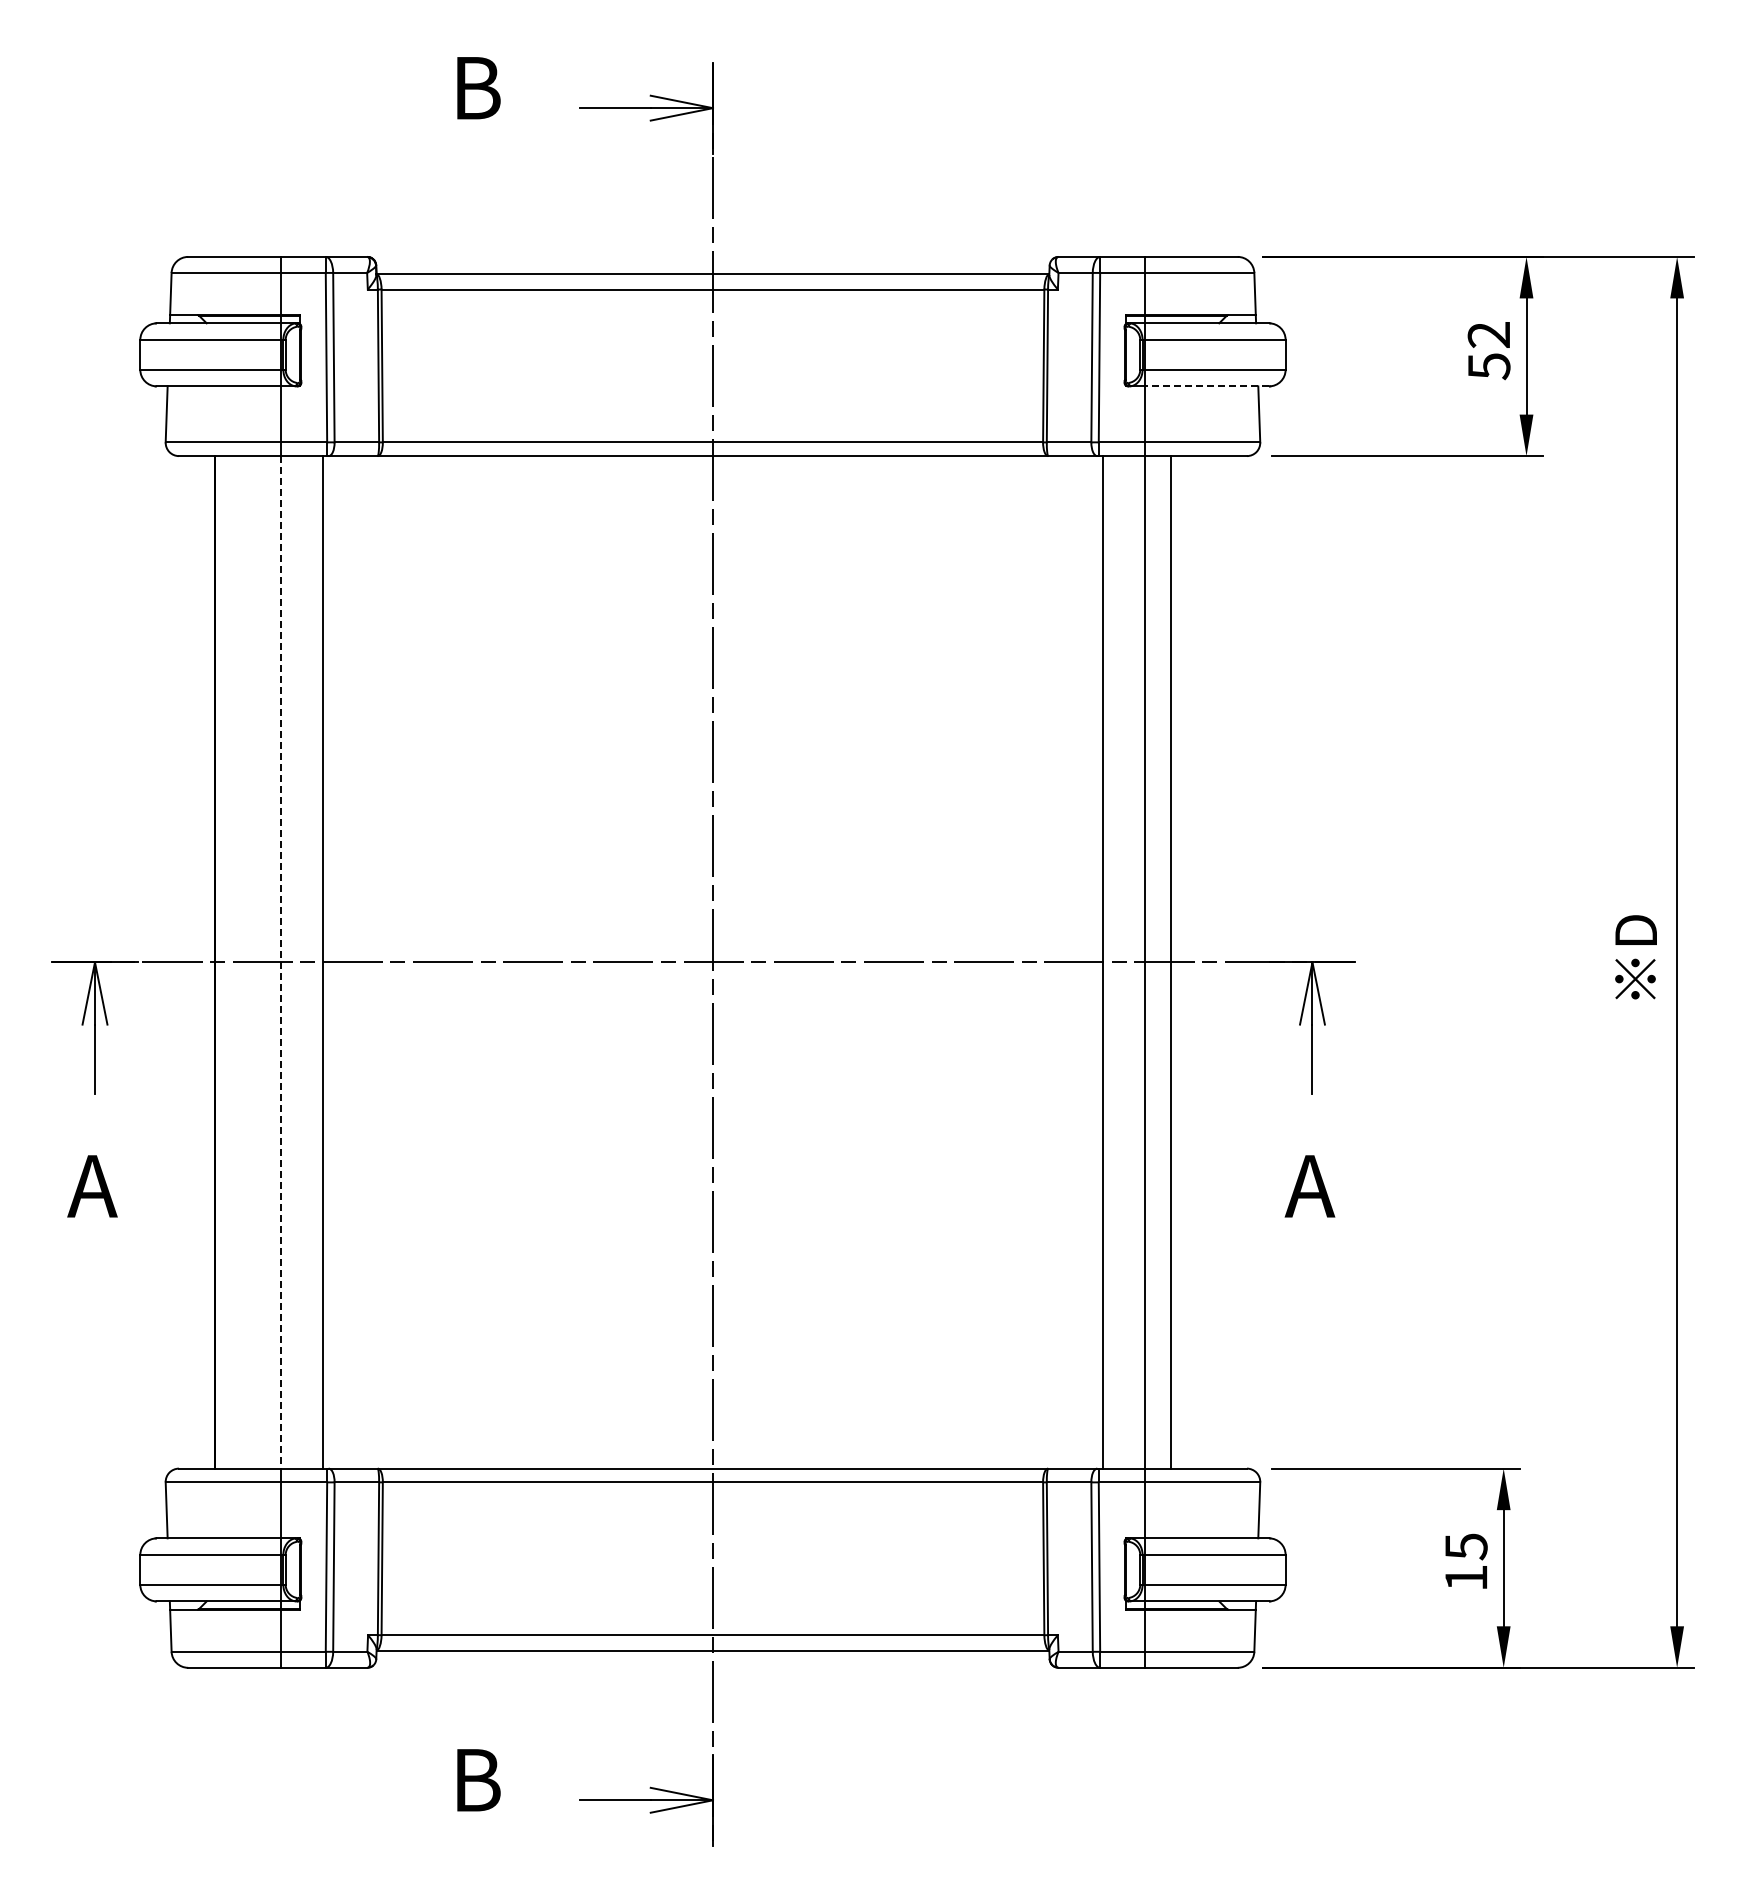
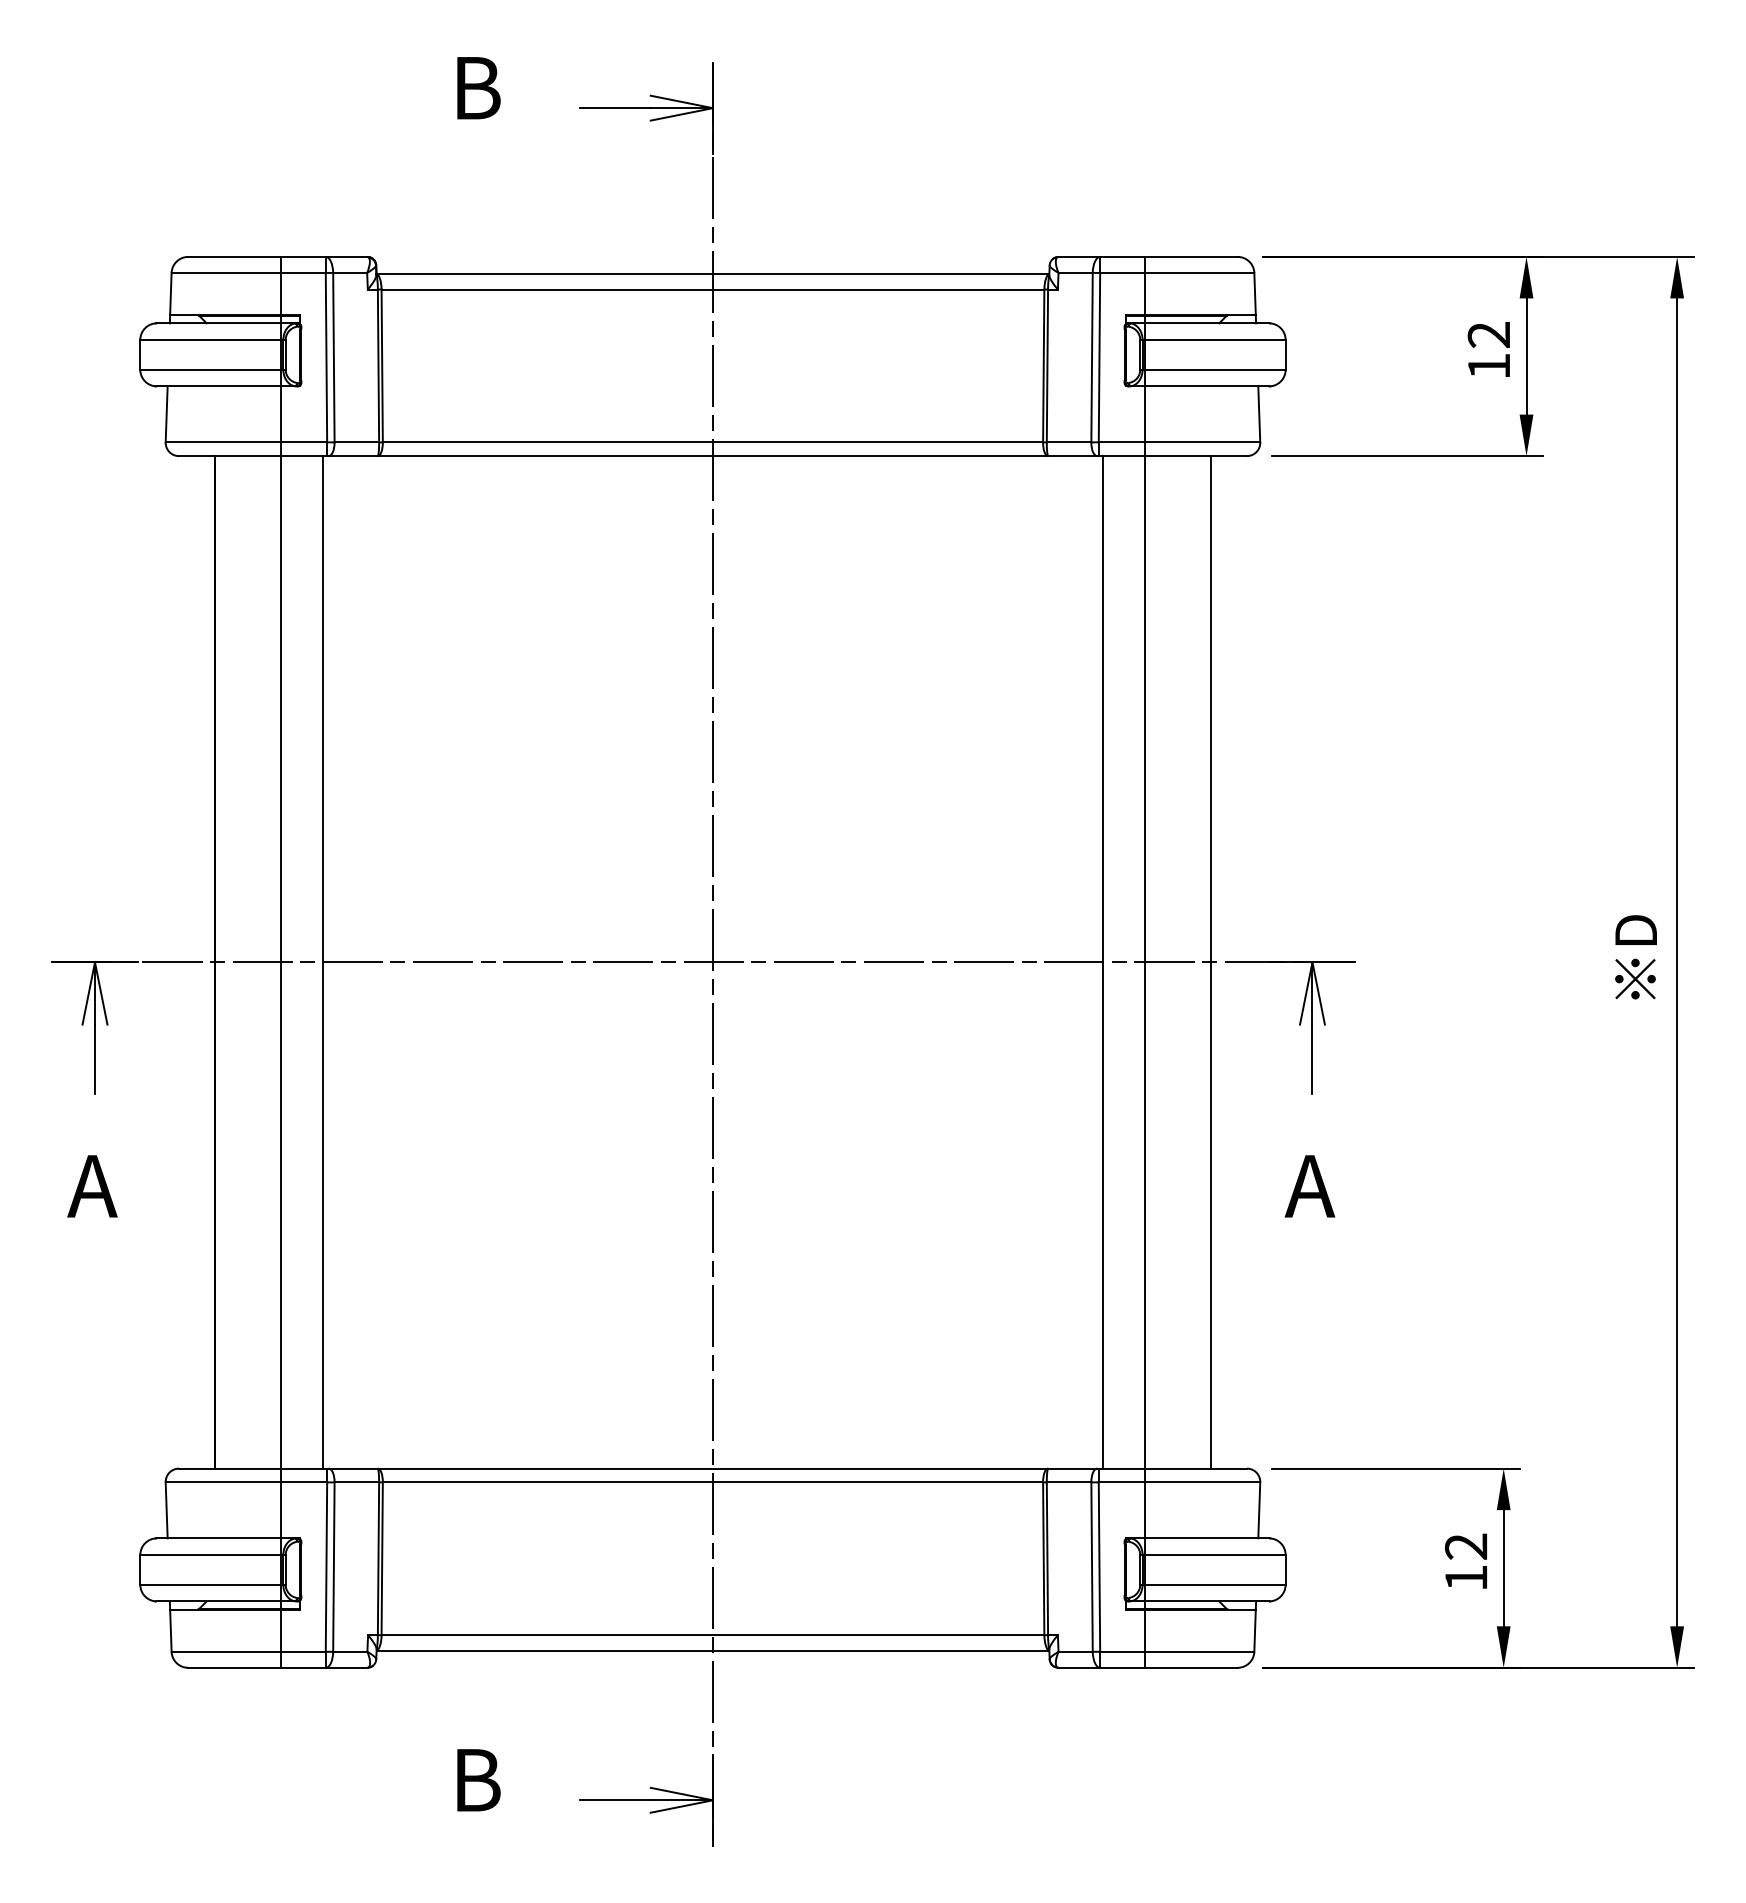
text at (1489, 366): 52 -> 12
line at (1206, 386): dashed -> solid
line at (281, 962): dashed -> solid
line at (1170, 962) position: (1170, 962) -> (1210, 962)
text at (1465, 1546): 15 -> 12
